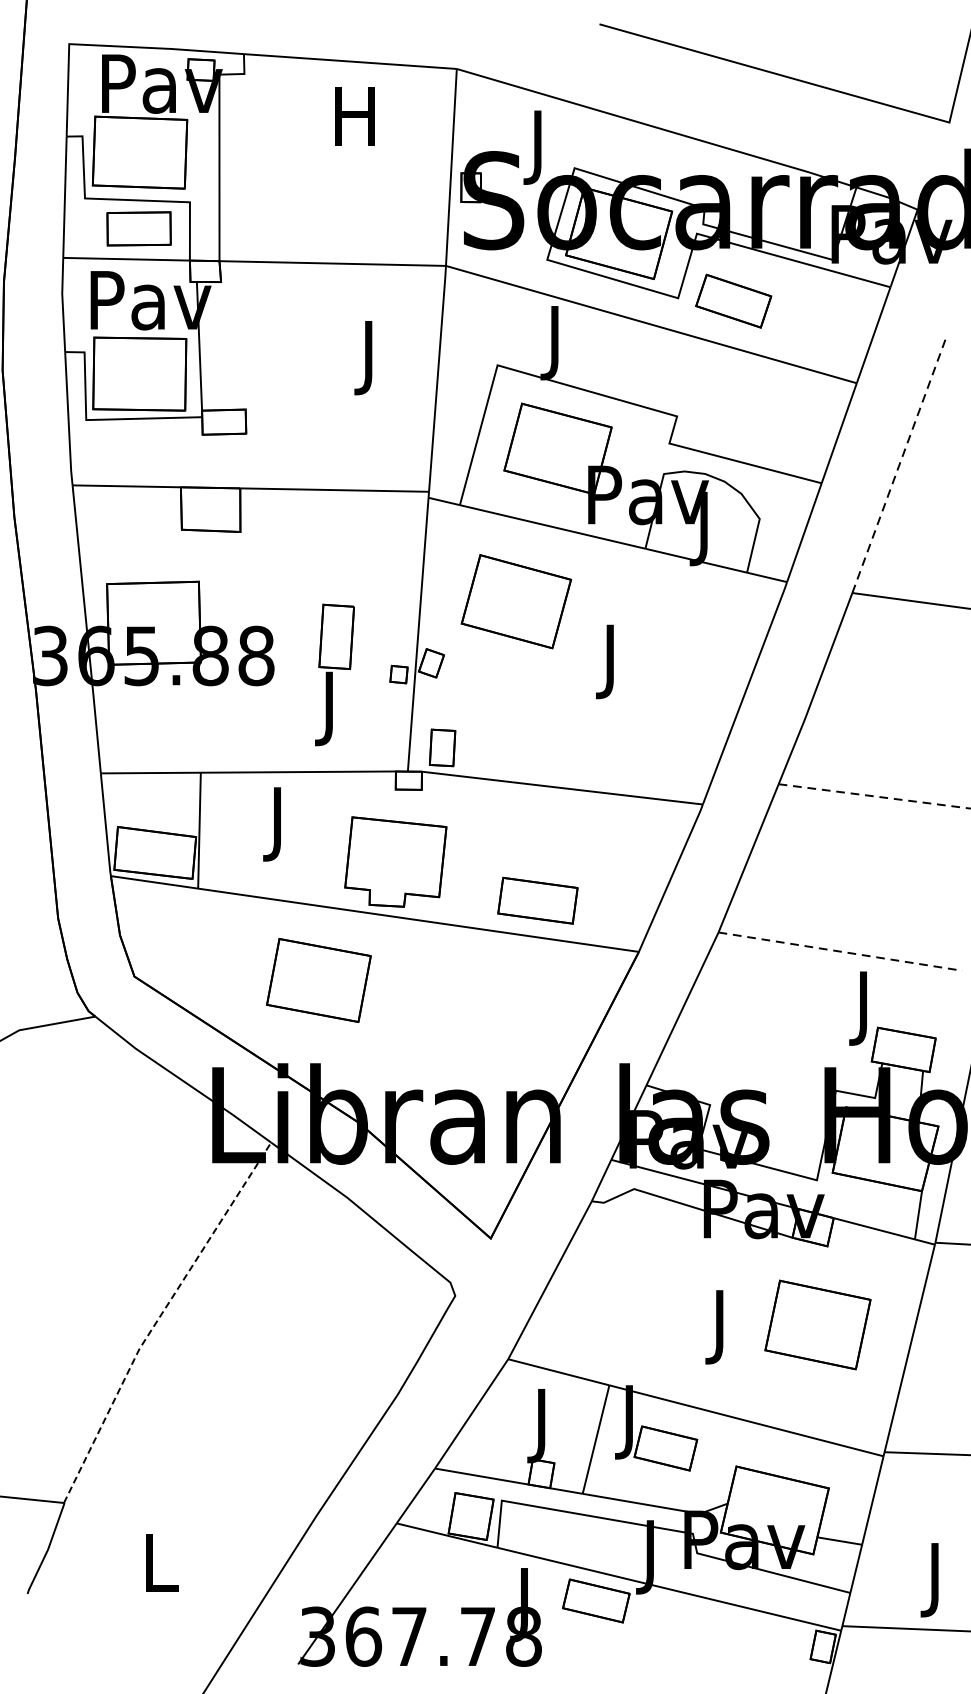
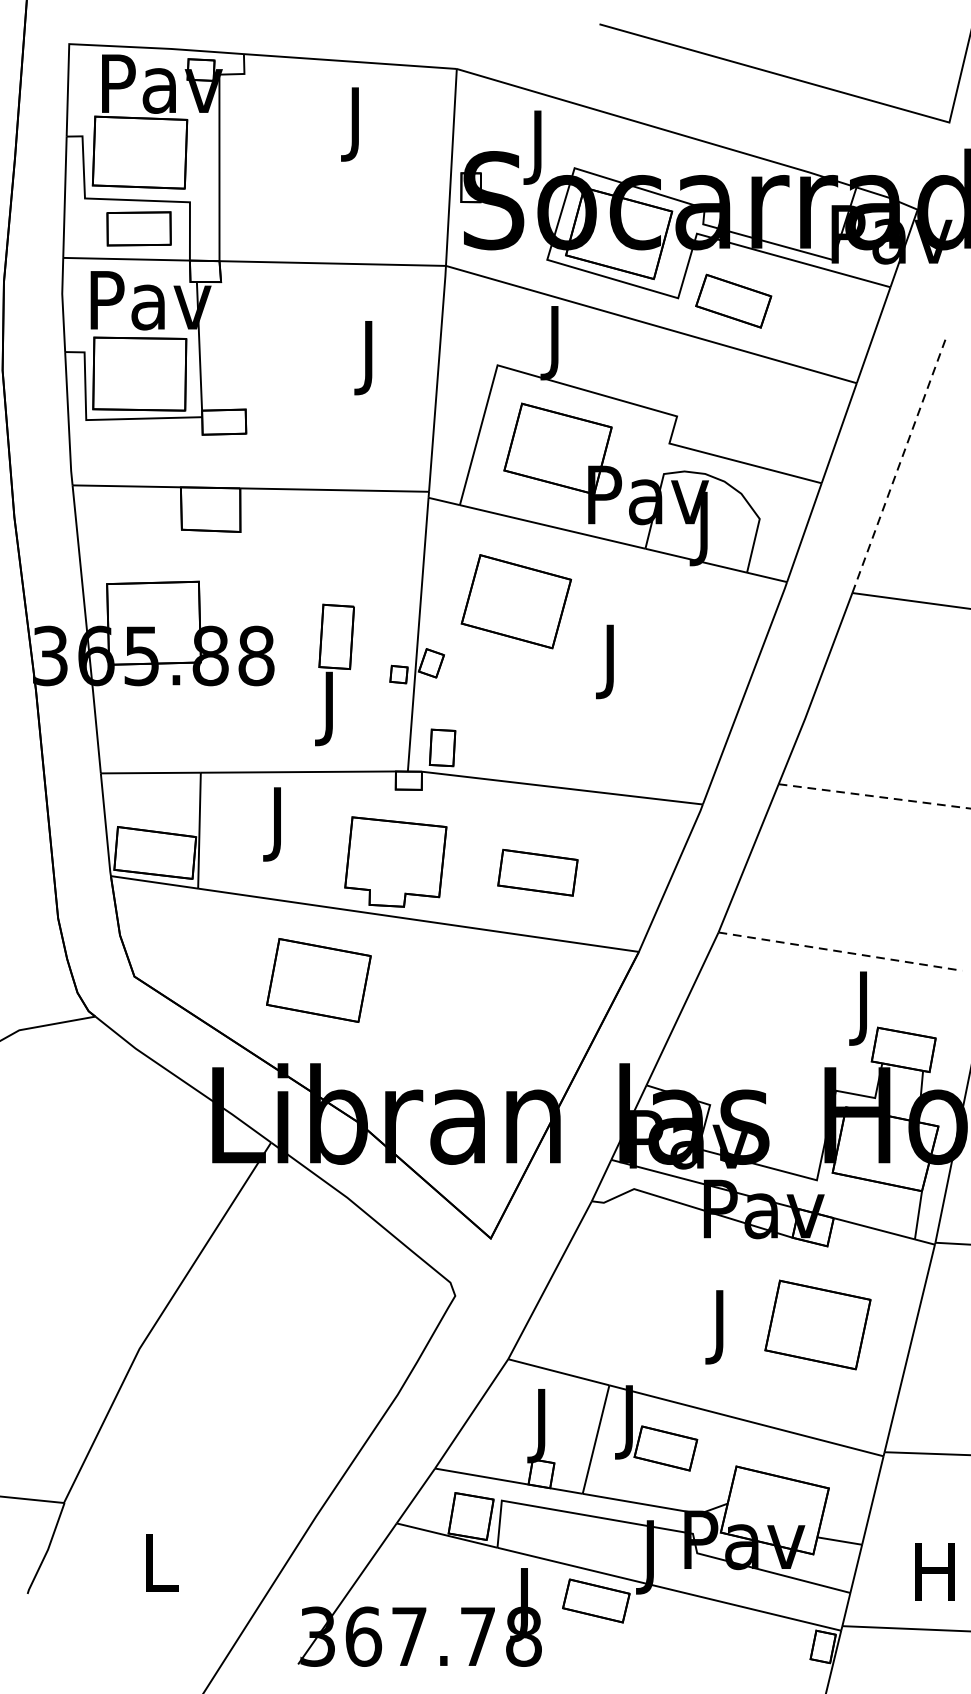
text at (354, 124): H -> J
part at (537, 900) position: (537, 900) -> (537, 872)
line at (158, 1318): dashed -> solid
text at (934, 1580): J -> H
